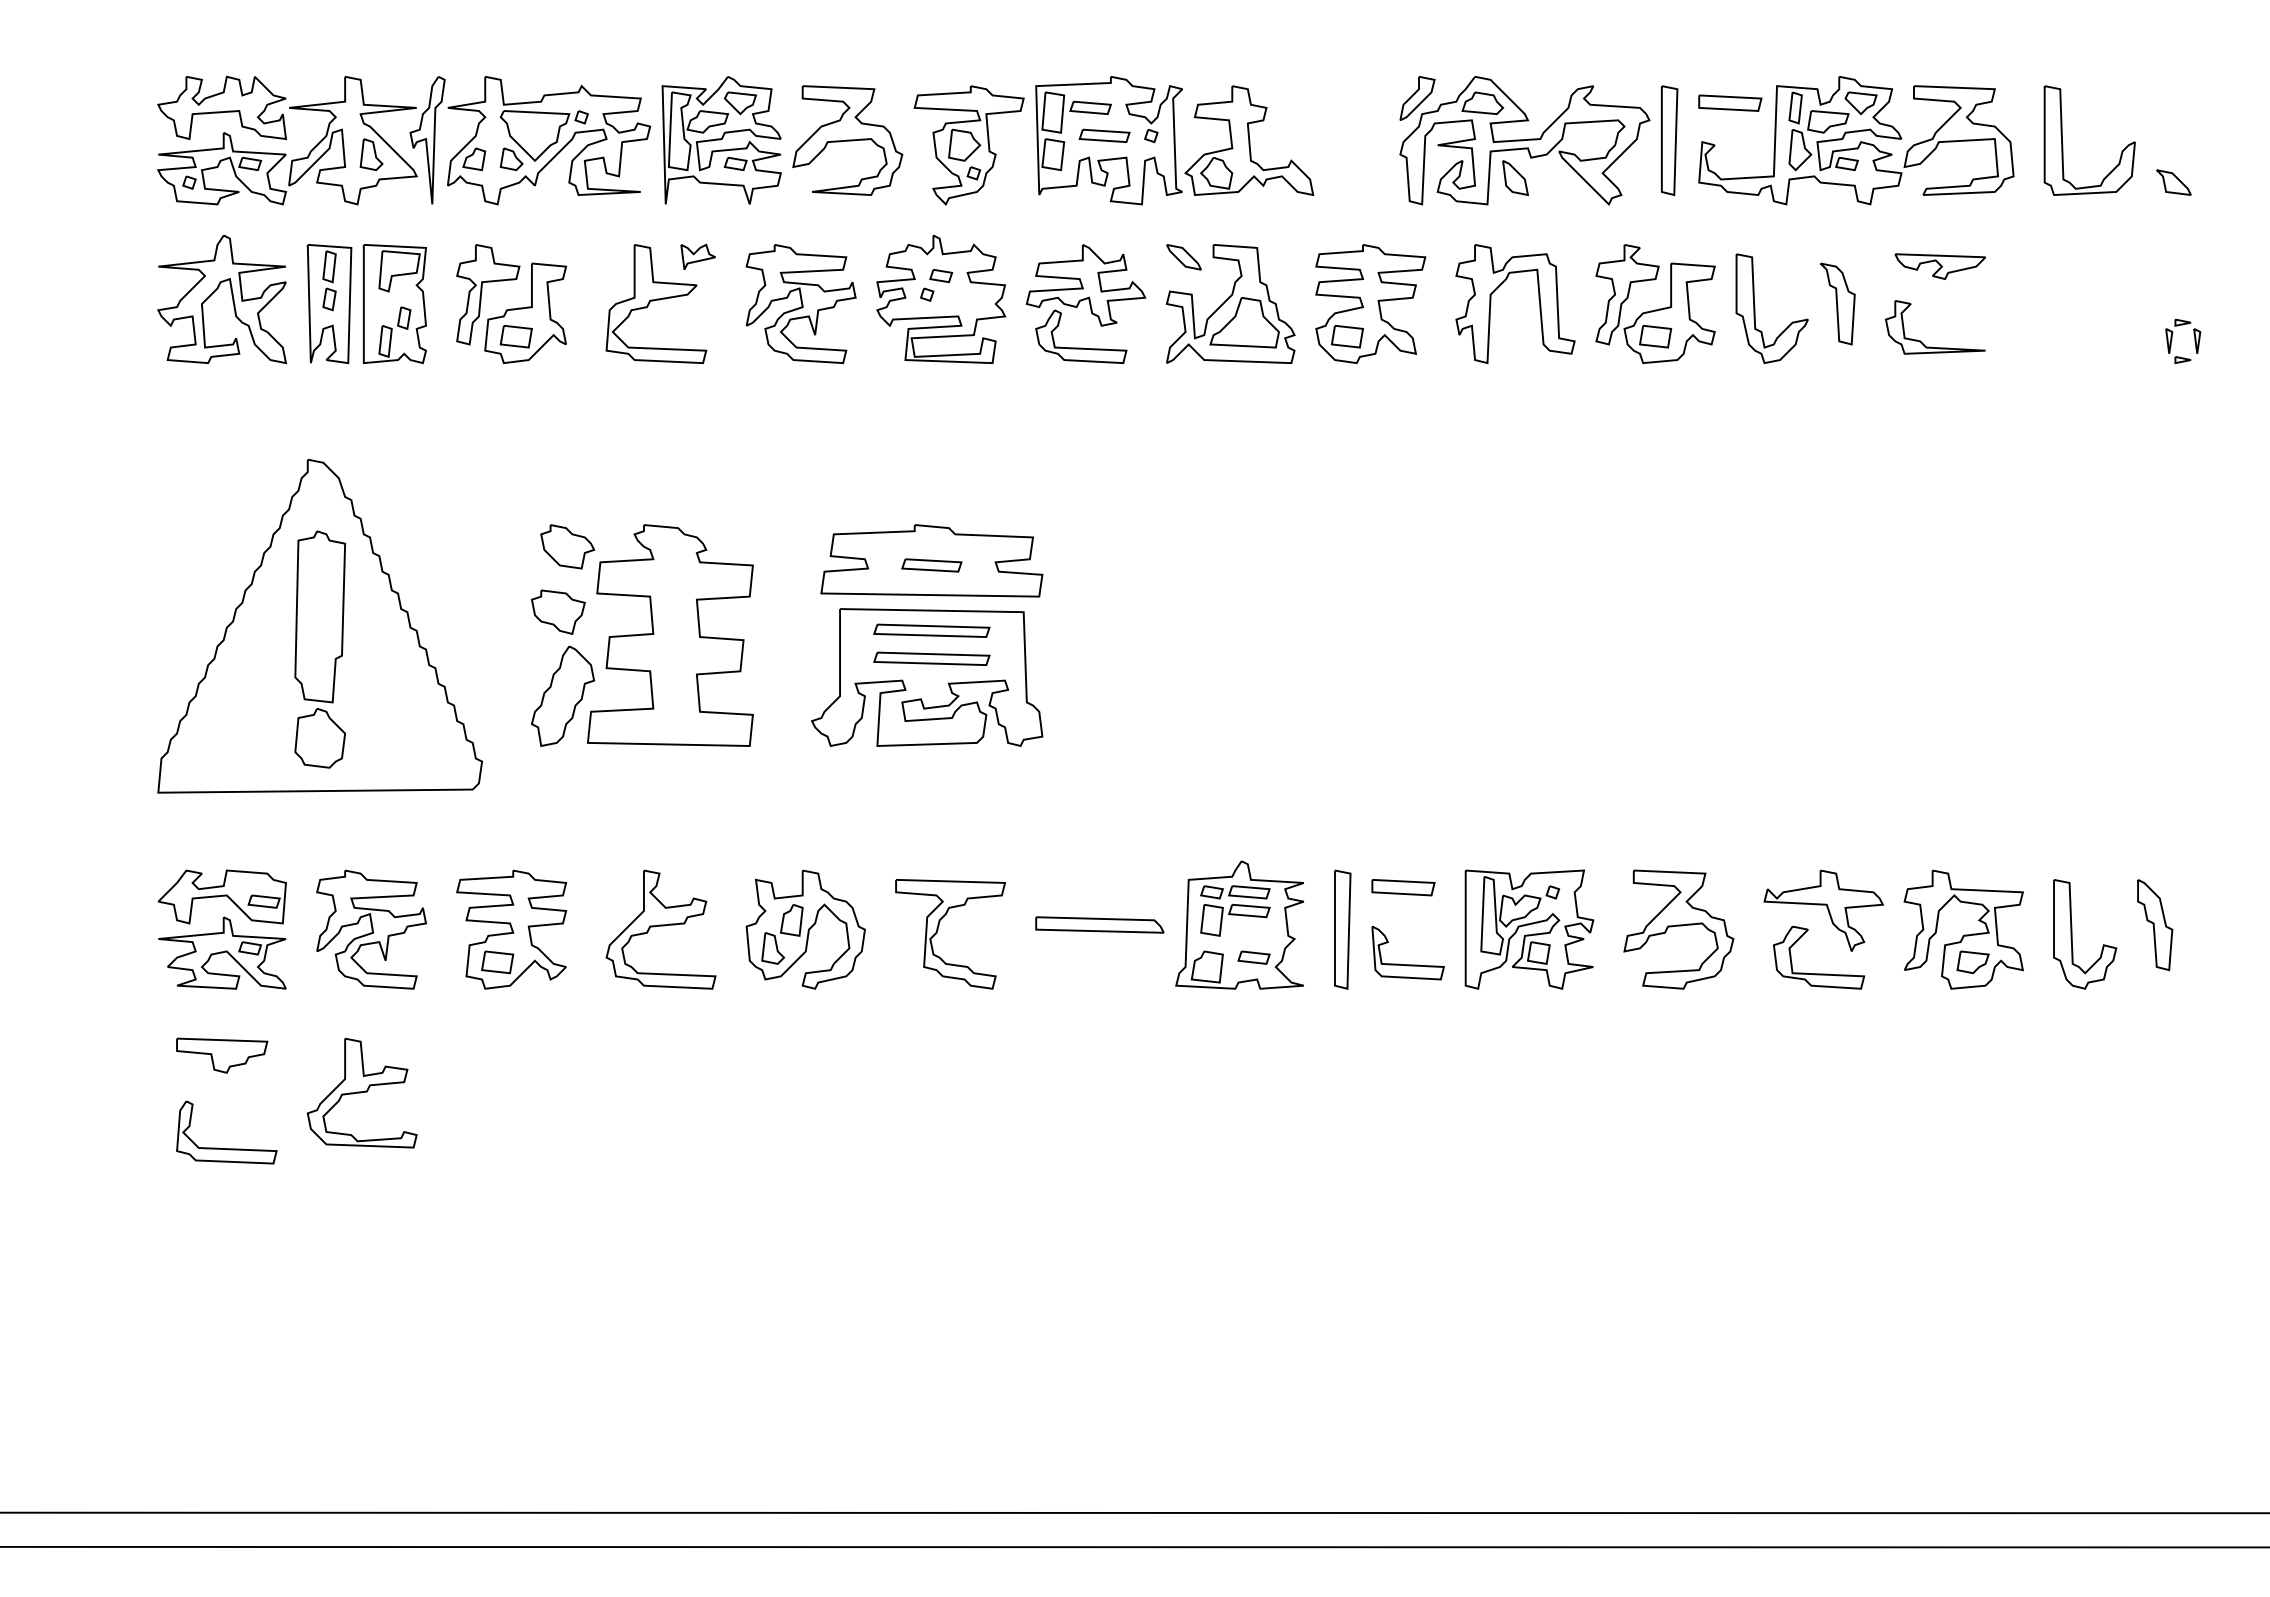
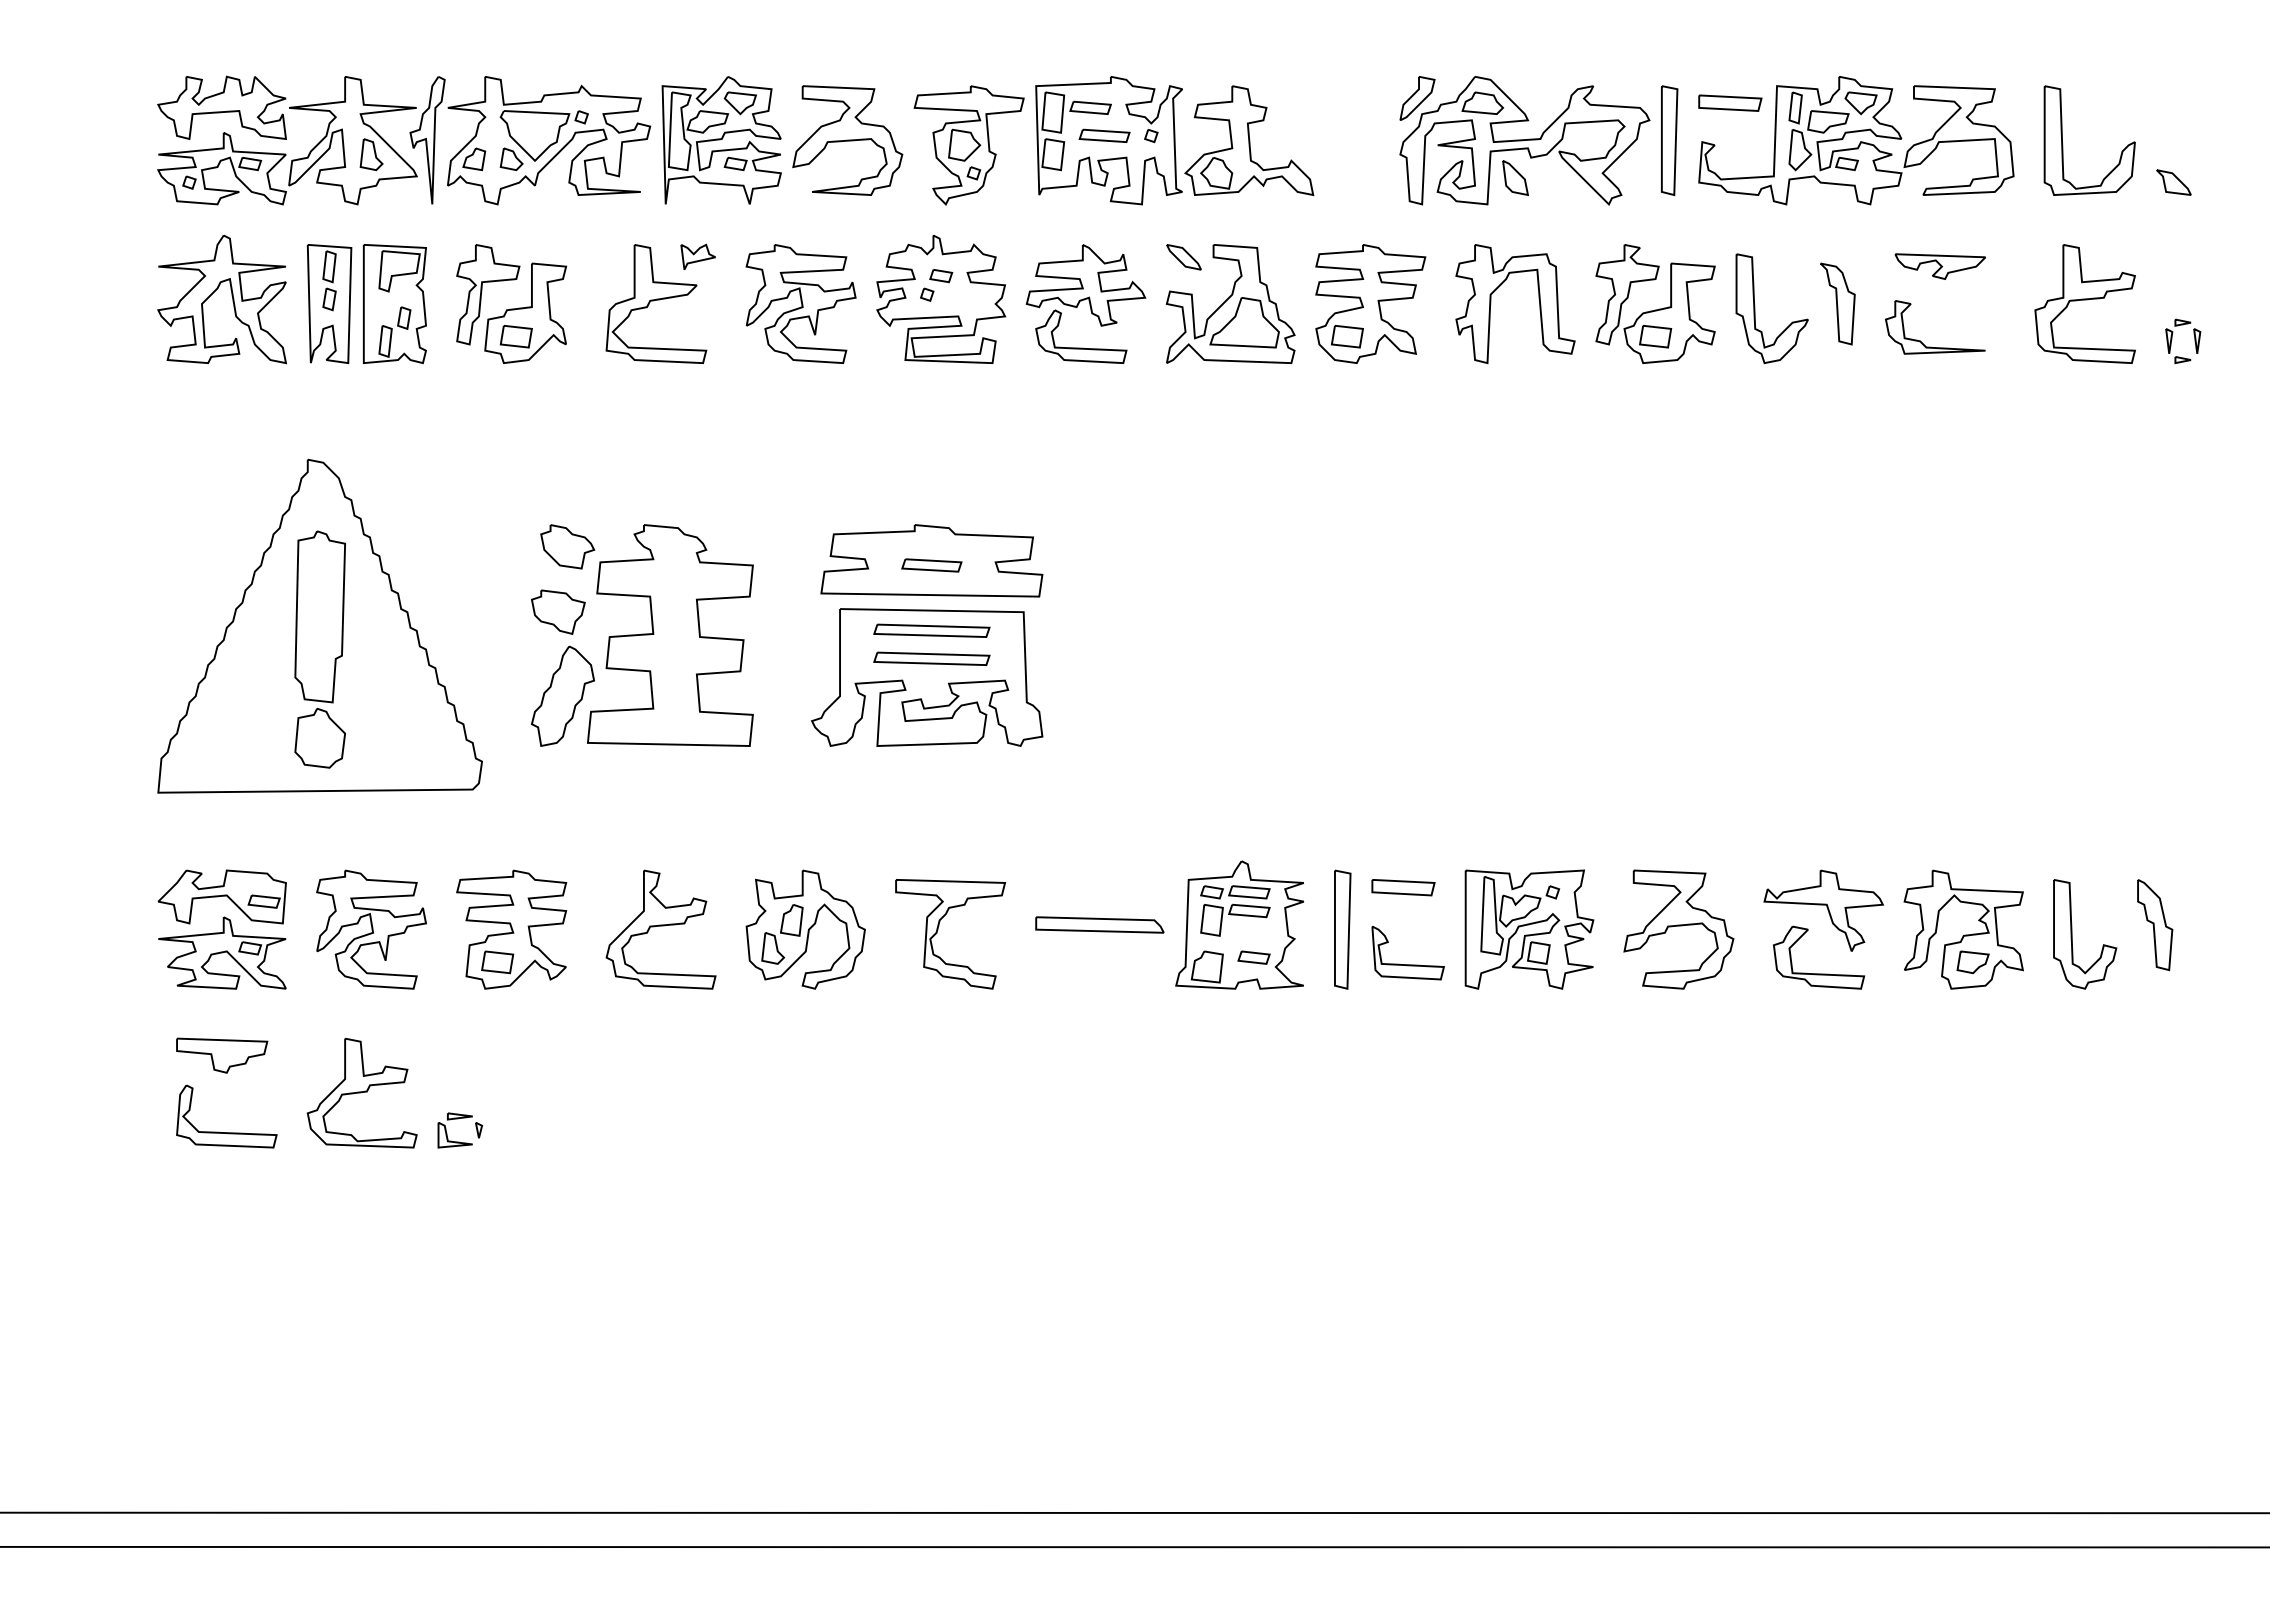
part at (2084, 303): none -> present
part at (459, 1141): none -> present
part at (226, 1148) position: (226, 1148) -> (226, 1132)
